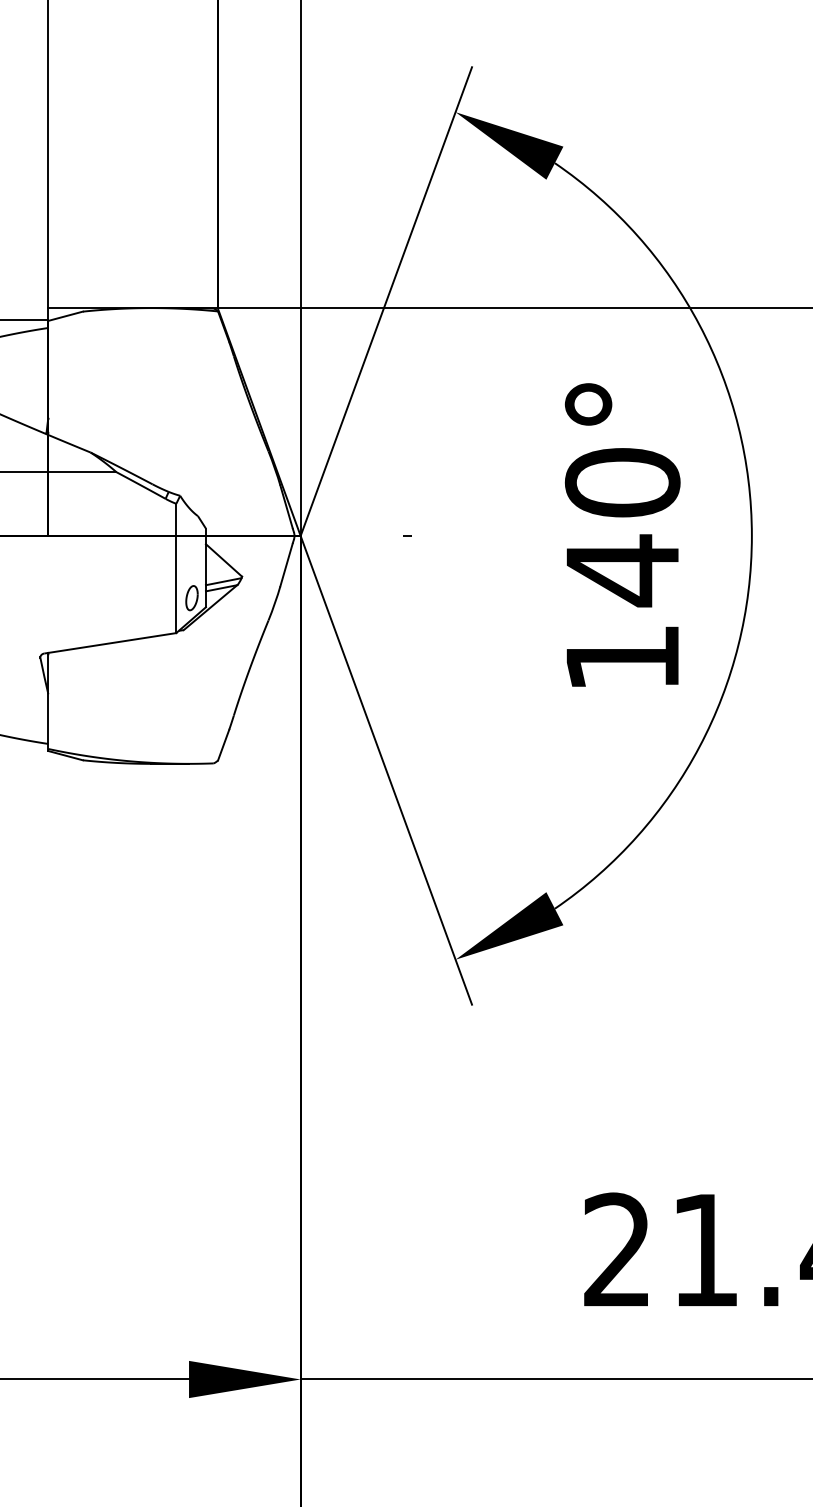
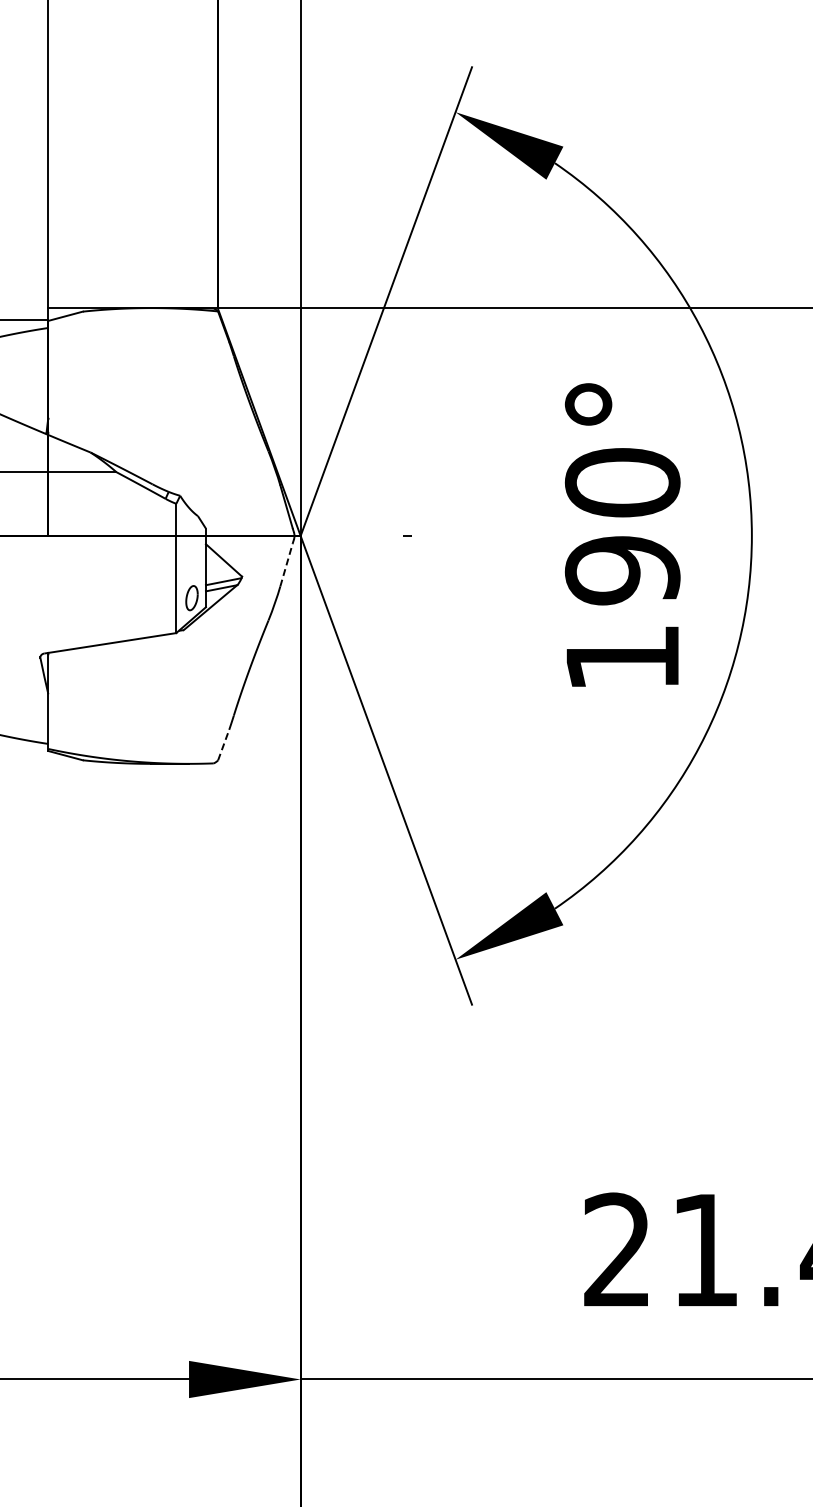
line at (286, 564): solid -> dashed
text at (622, 570): 140° -> 190°
line at (223, 744): solid -> dashed
